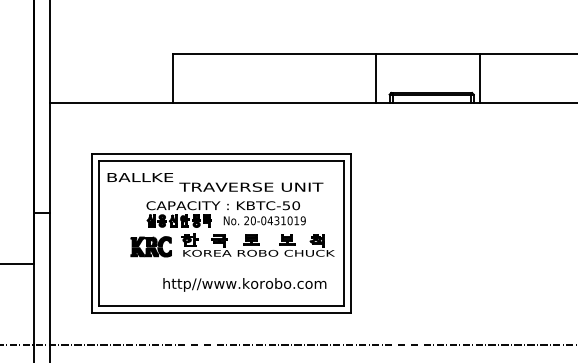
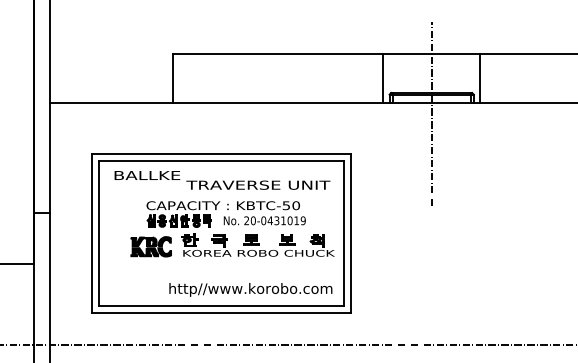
line at (376, 78) position: (376, 78) -> (383, 78)
line at (431, 113): none -> present
text at (215, 182) position: (215, 182) -> (222, 180)
text at (244, 284) position: (244, 284) -> (250, 289)
